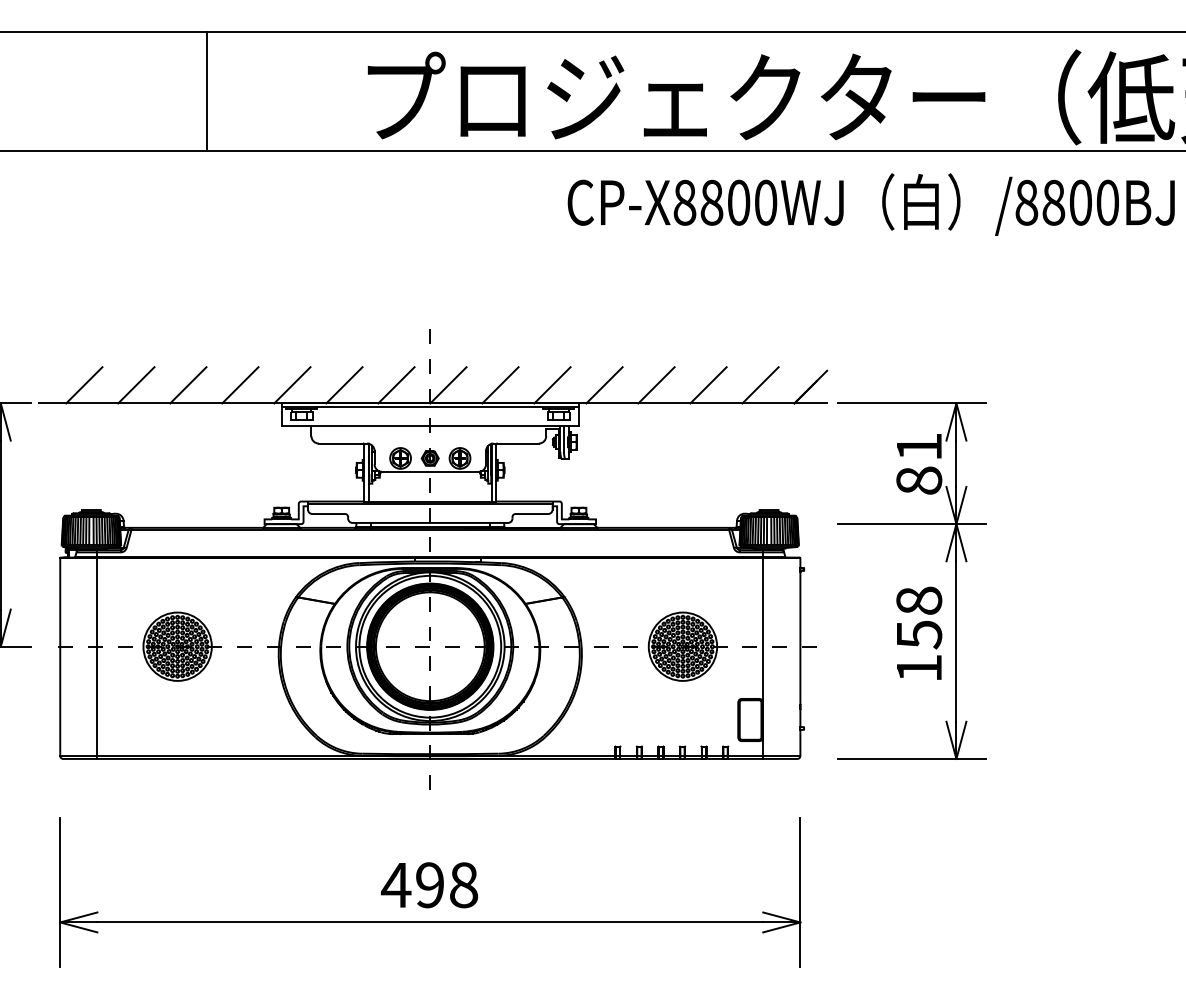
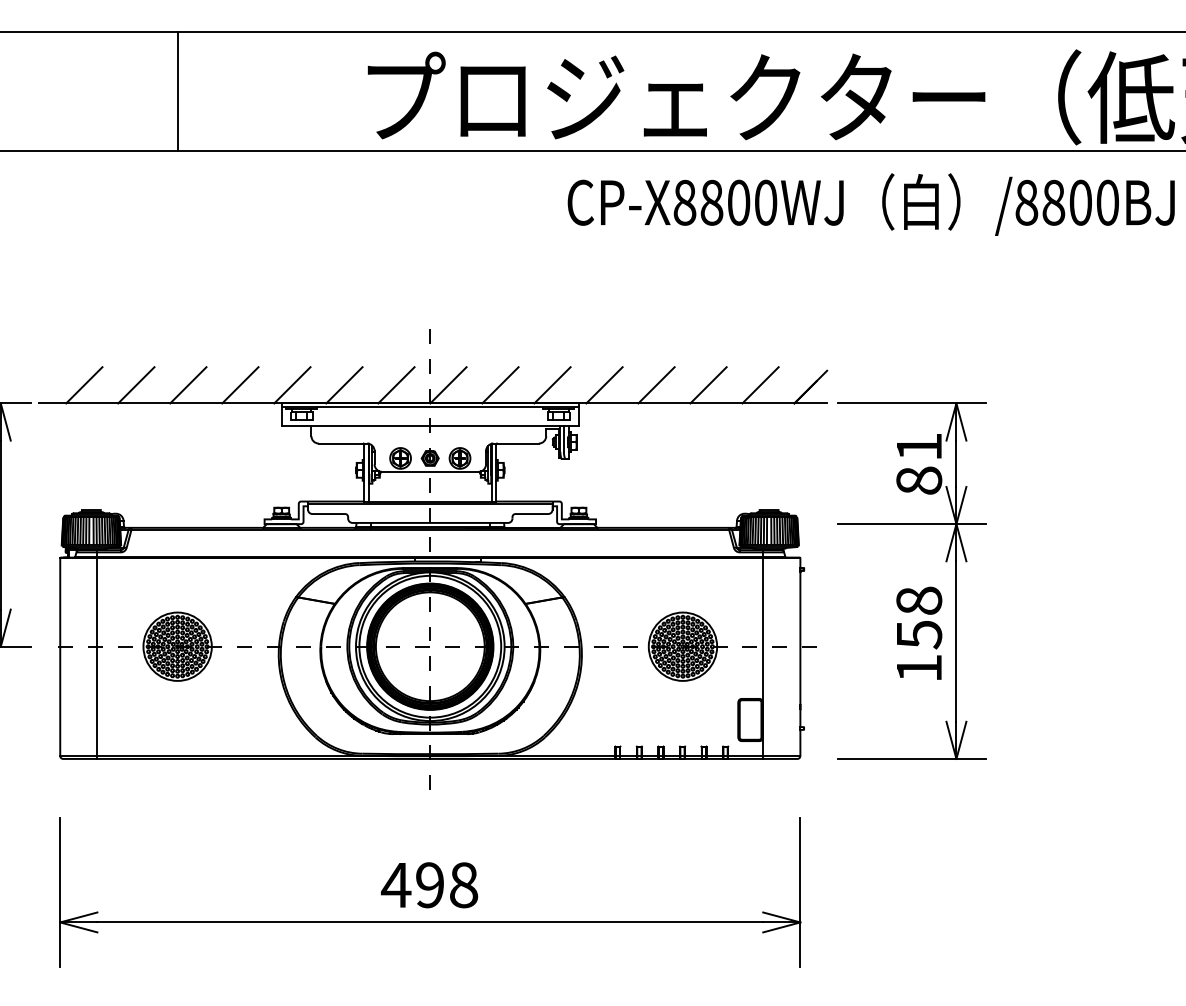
line at (207, 90) position: (207, 90) -> (178, 90)
